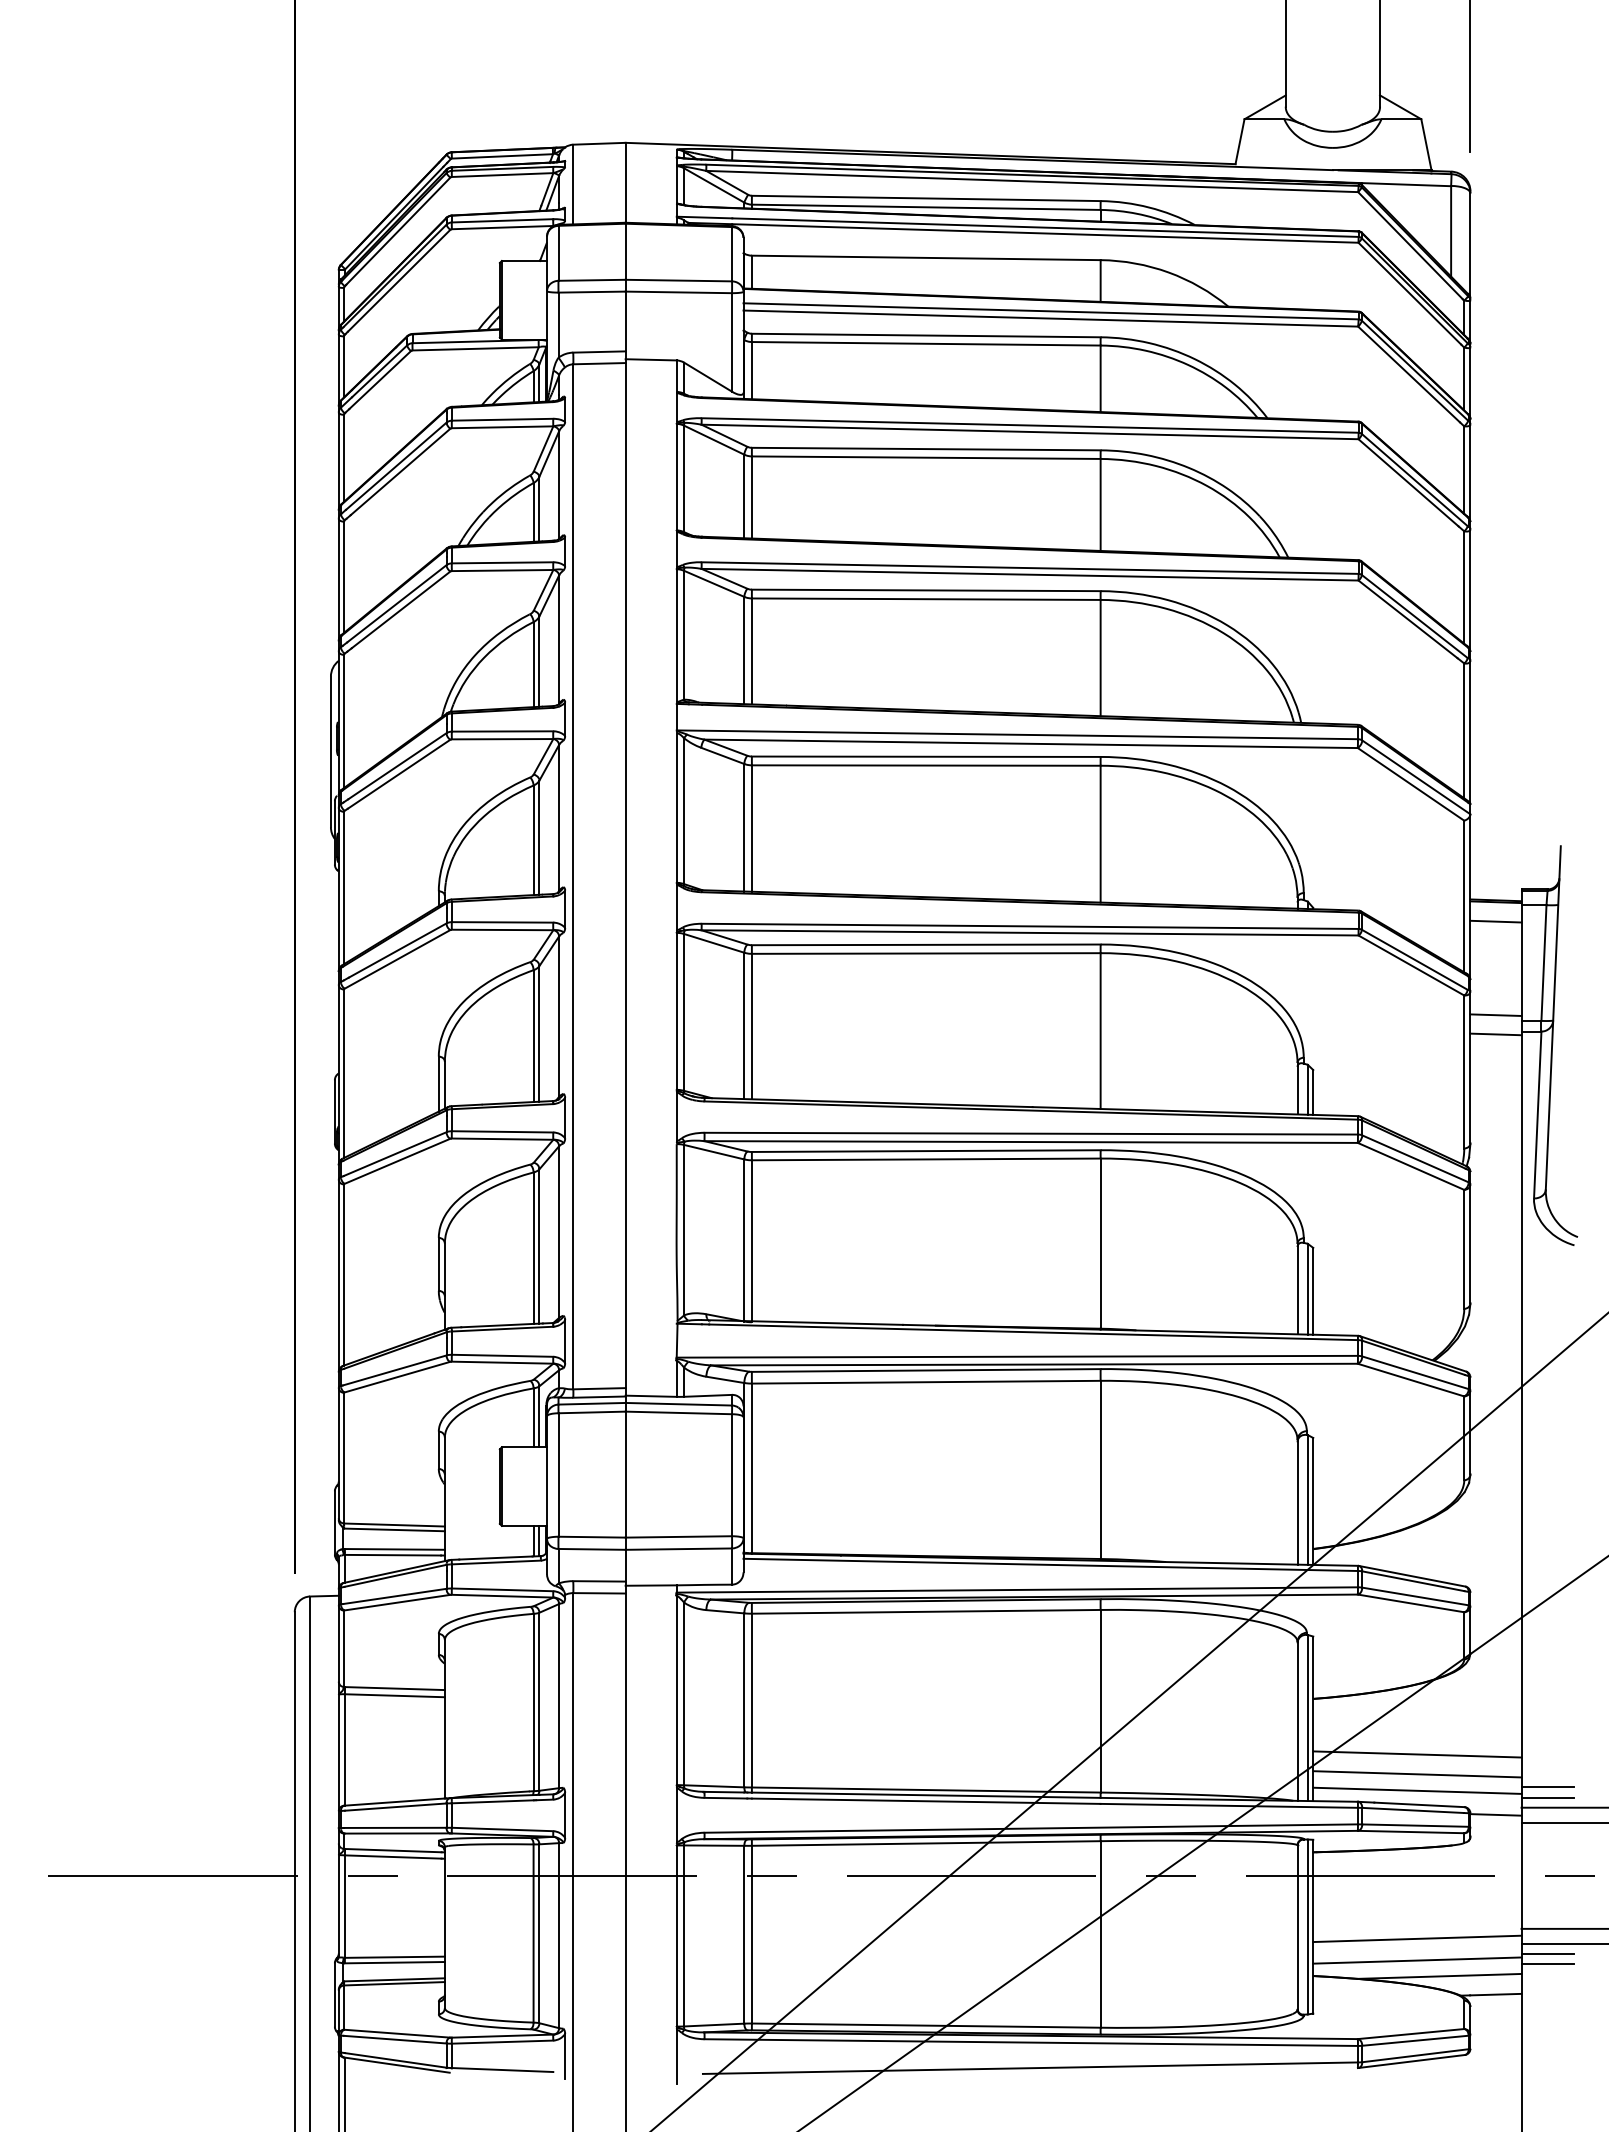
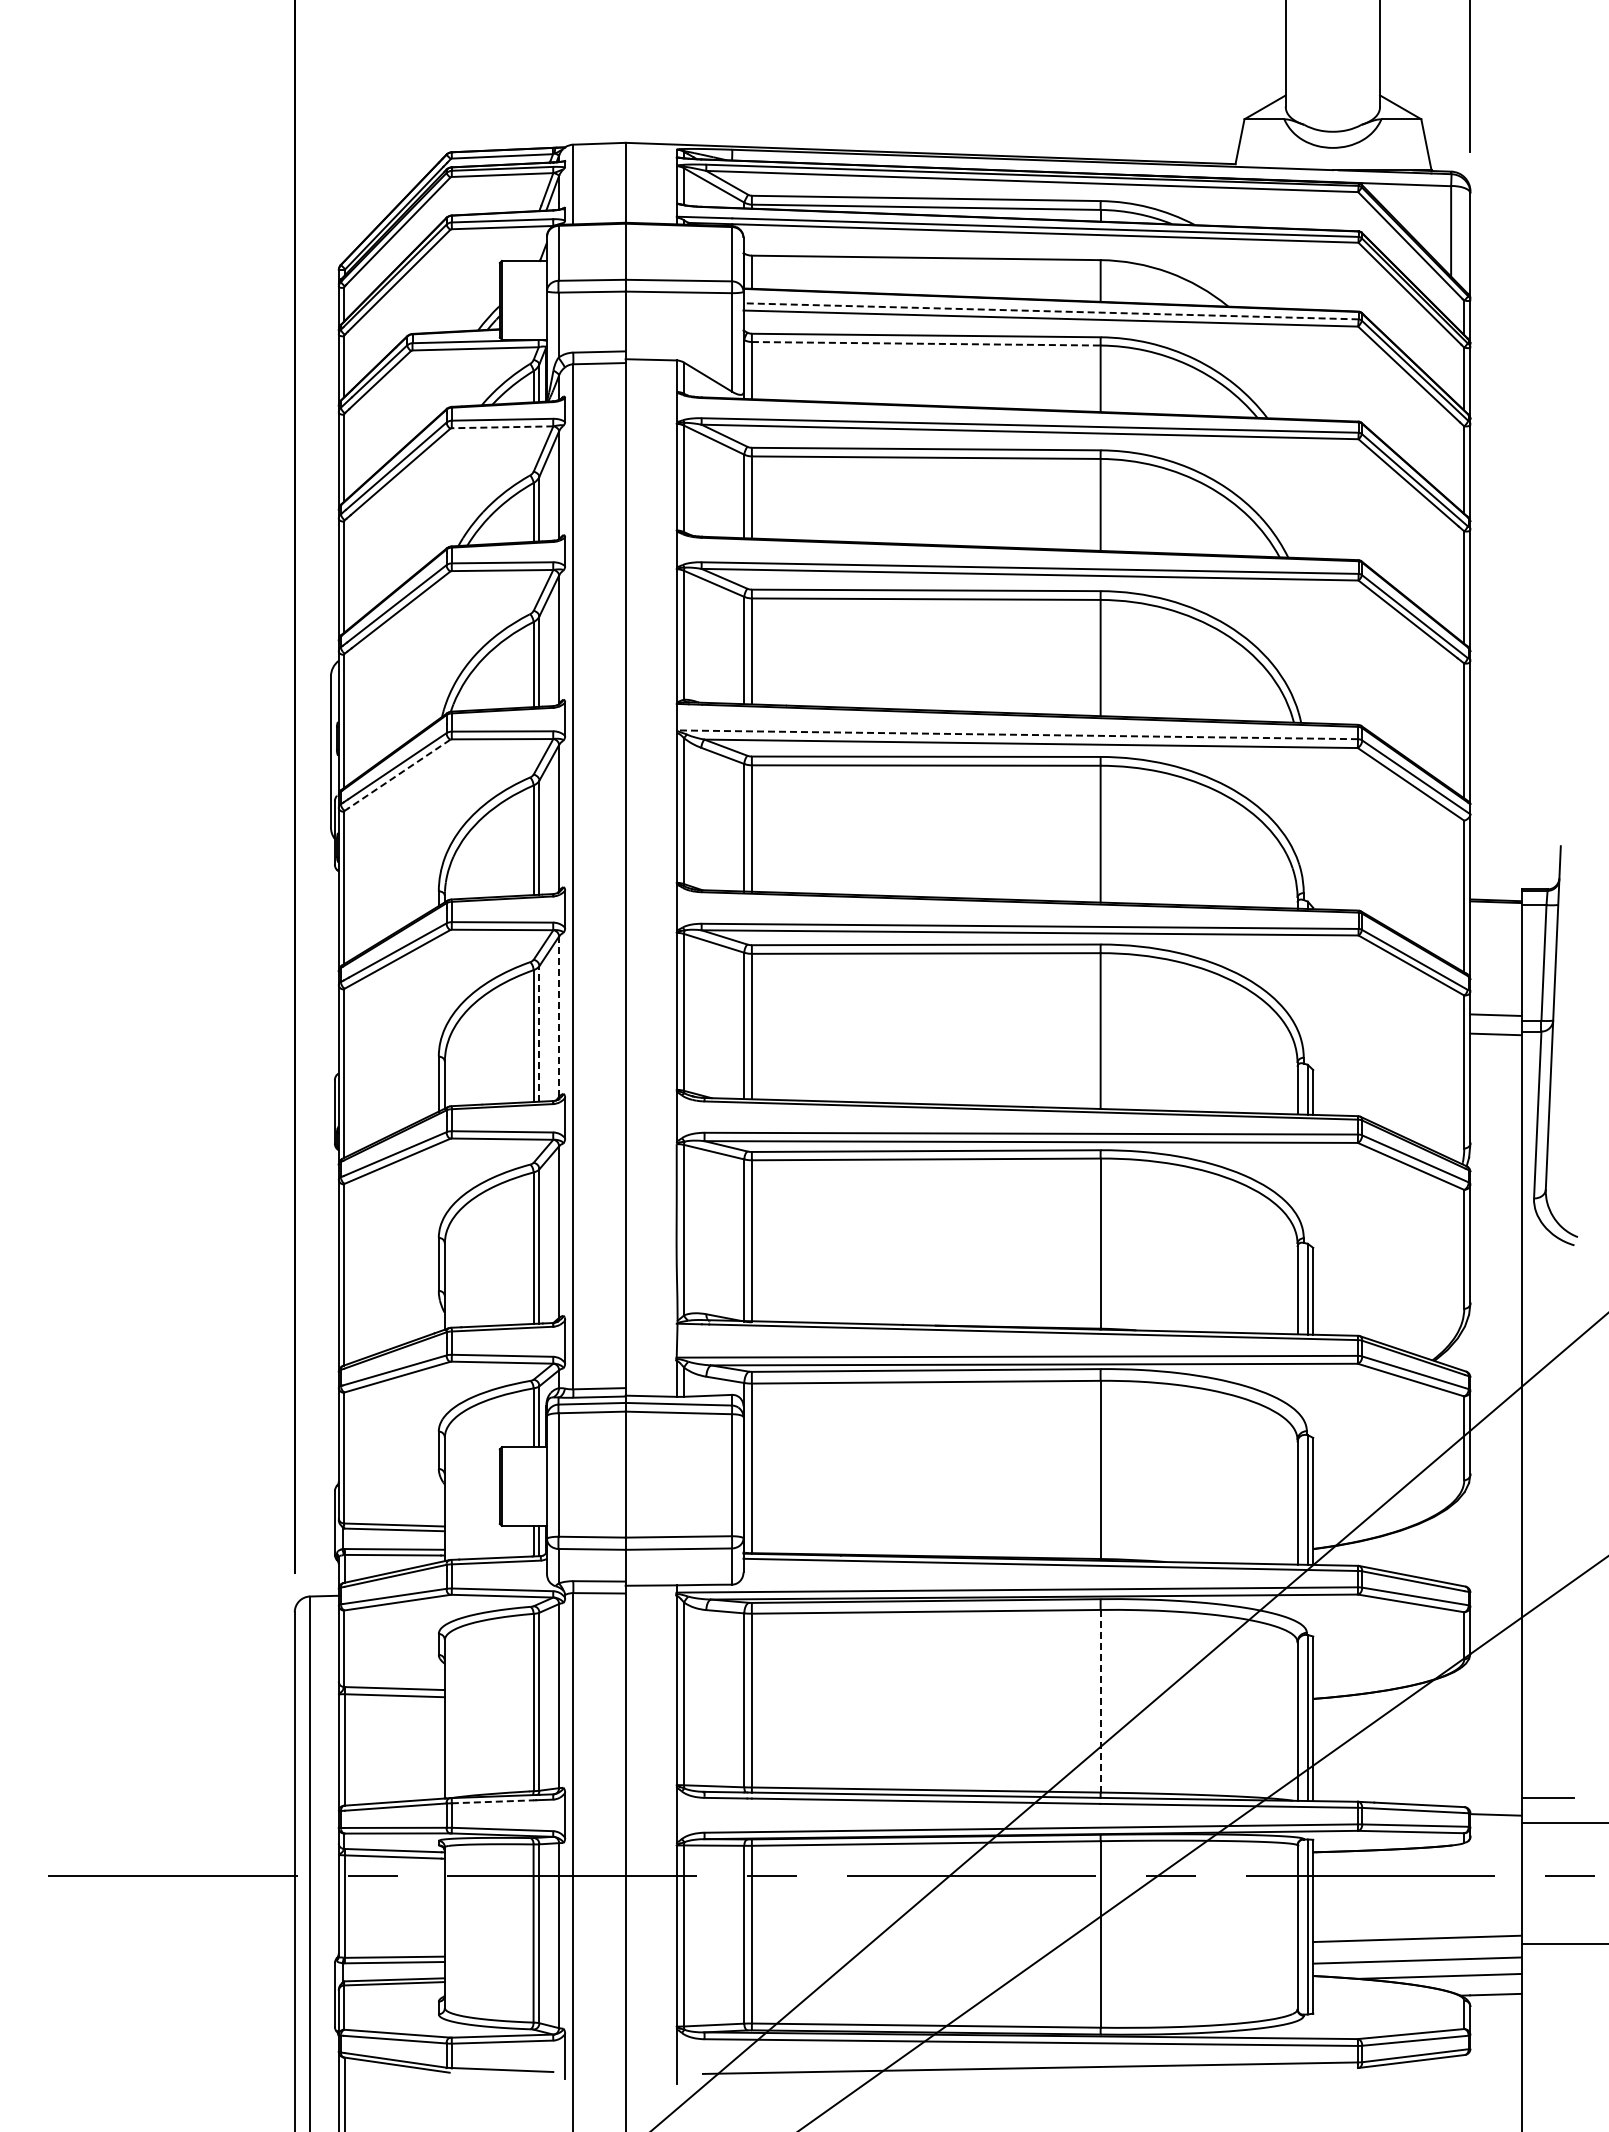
line at (1051, 311): solid -> dashed
line at (926, 343): solid -> dashed
line at (502, 427): solid -> dashed
line at (1017, 734): solid -> dashed
line at (399, 774): solid -> dashed
line at (1495, 921): present -> none
line at (559, 1017): solid -> dashed
line at (539, 1033): solid -> dashed
line at (1100, 1700): solid -> dashed
line at (1417, 1754): present -> none
line at (1417, 1774): present -> none
line at (1547, 1787): present -> none
line at (1417, 1790): present -> none
line at (493, 1801): solid -> dashed
line at (1563, 1807): present -> none
line at (1563, 1928): present -> none
line at (1547, 1953): present -> none
line at (1547, 1964): present -> none
